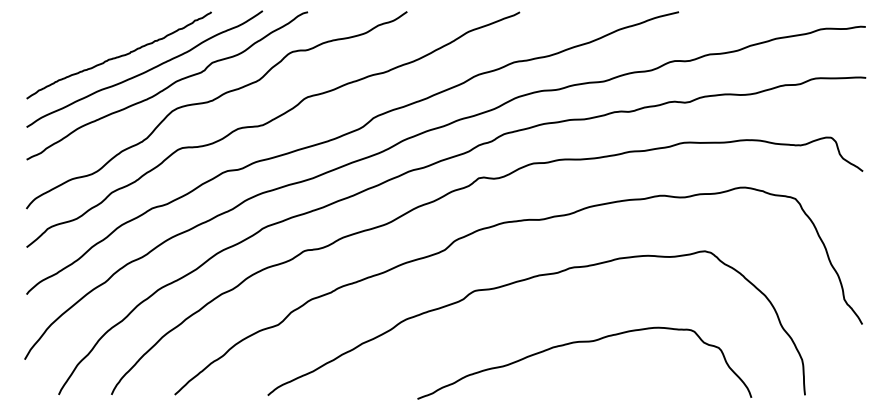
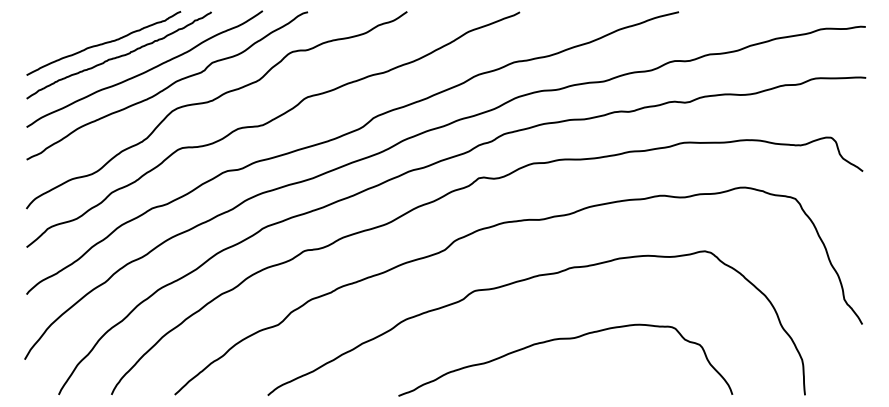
curve at (103, 43): none -> present
curve at (584, 342) position: (584, 342) -> (565, 339)
